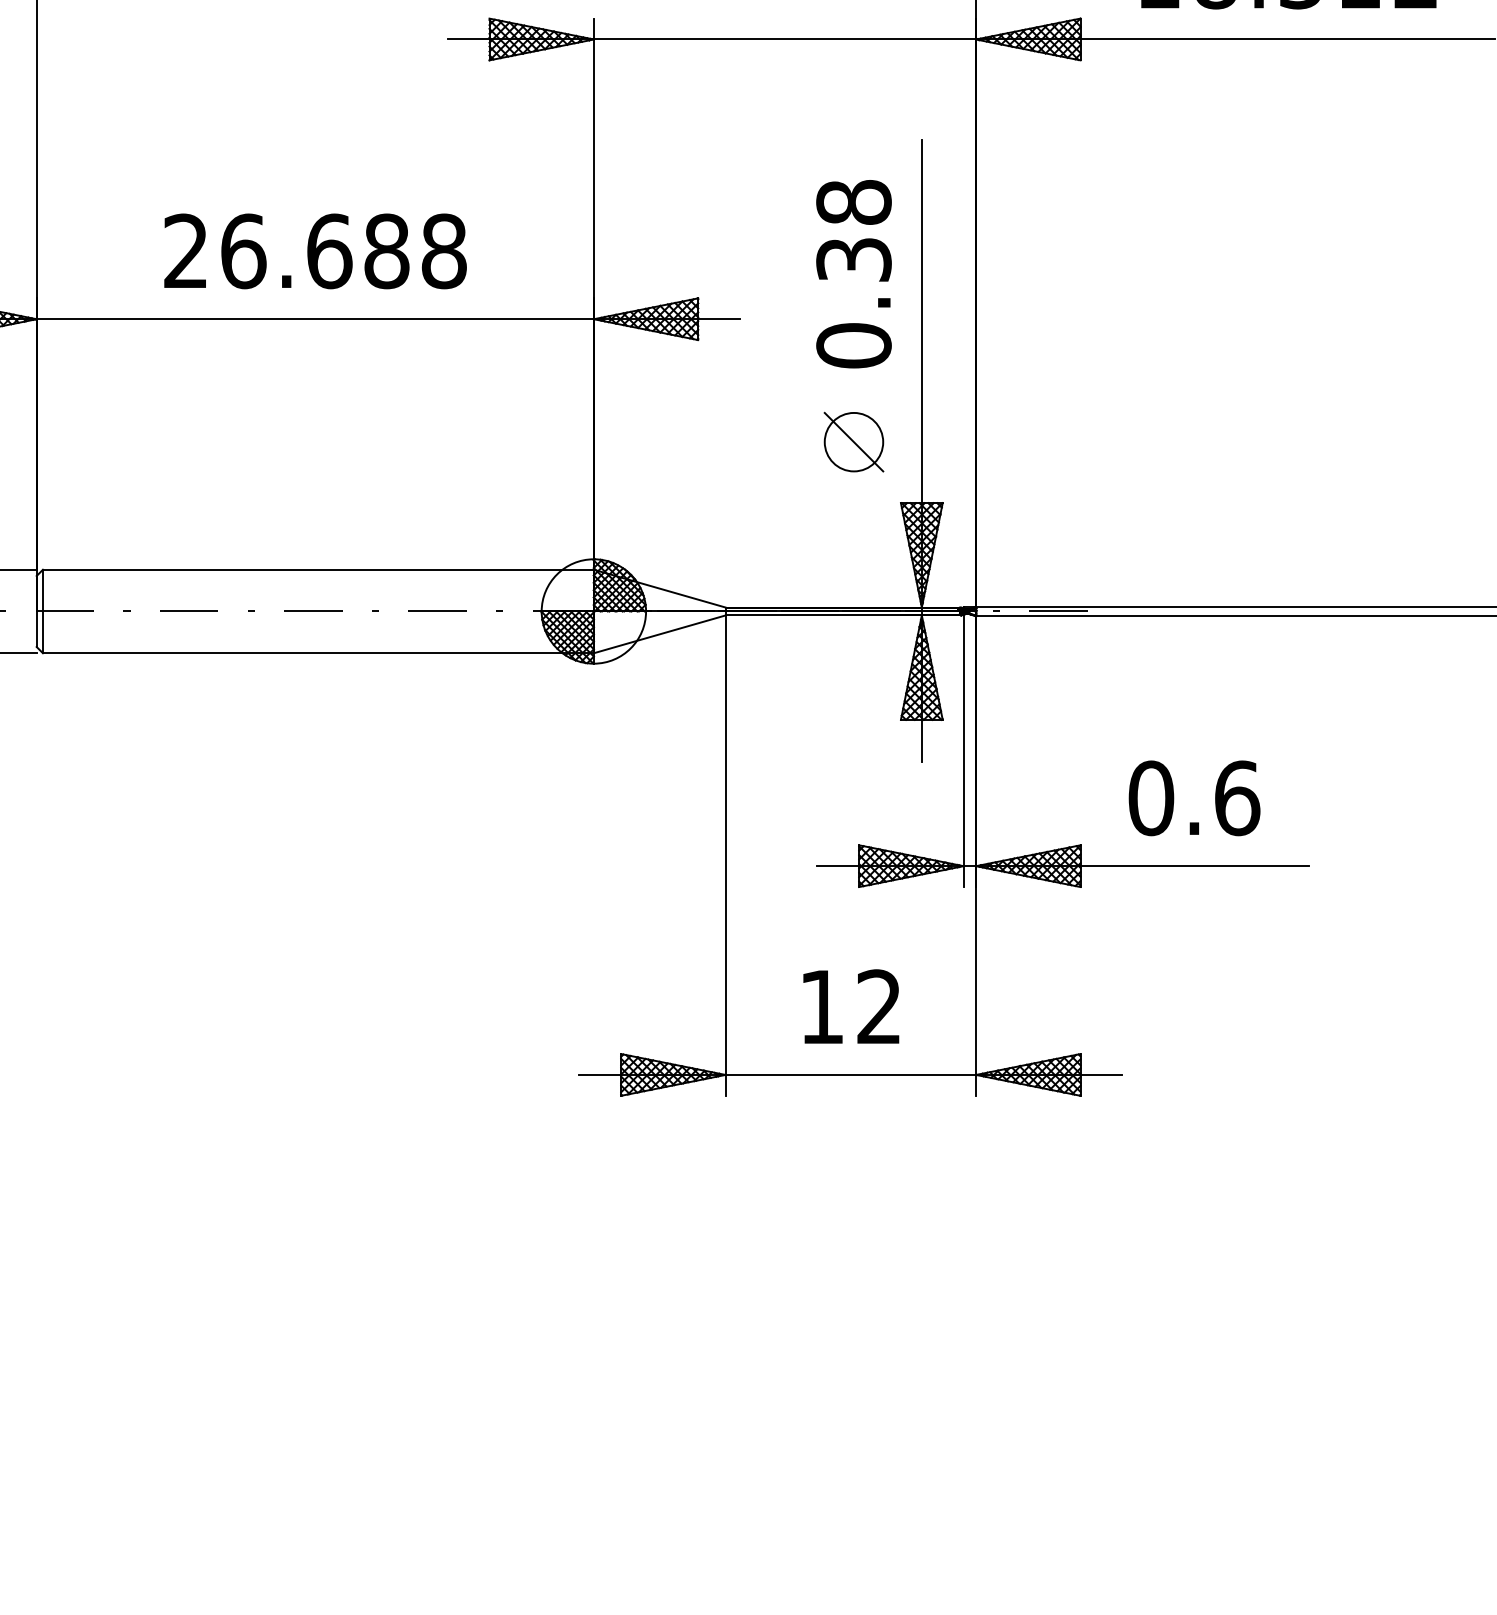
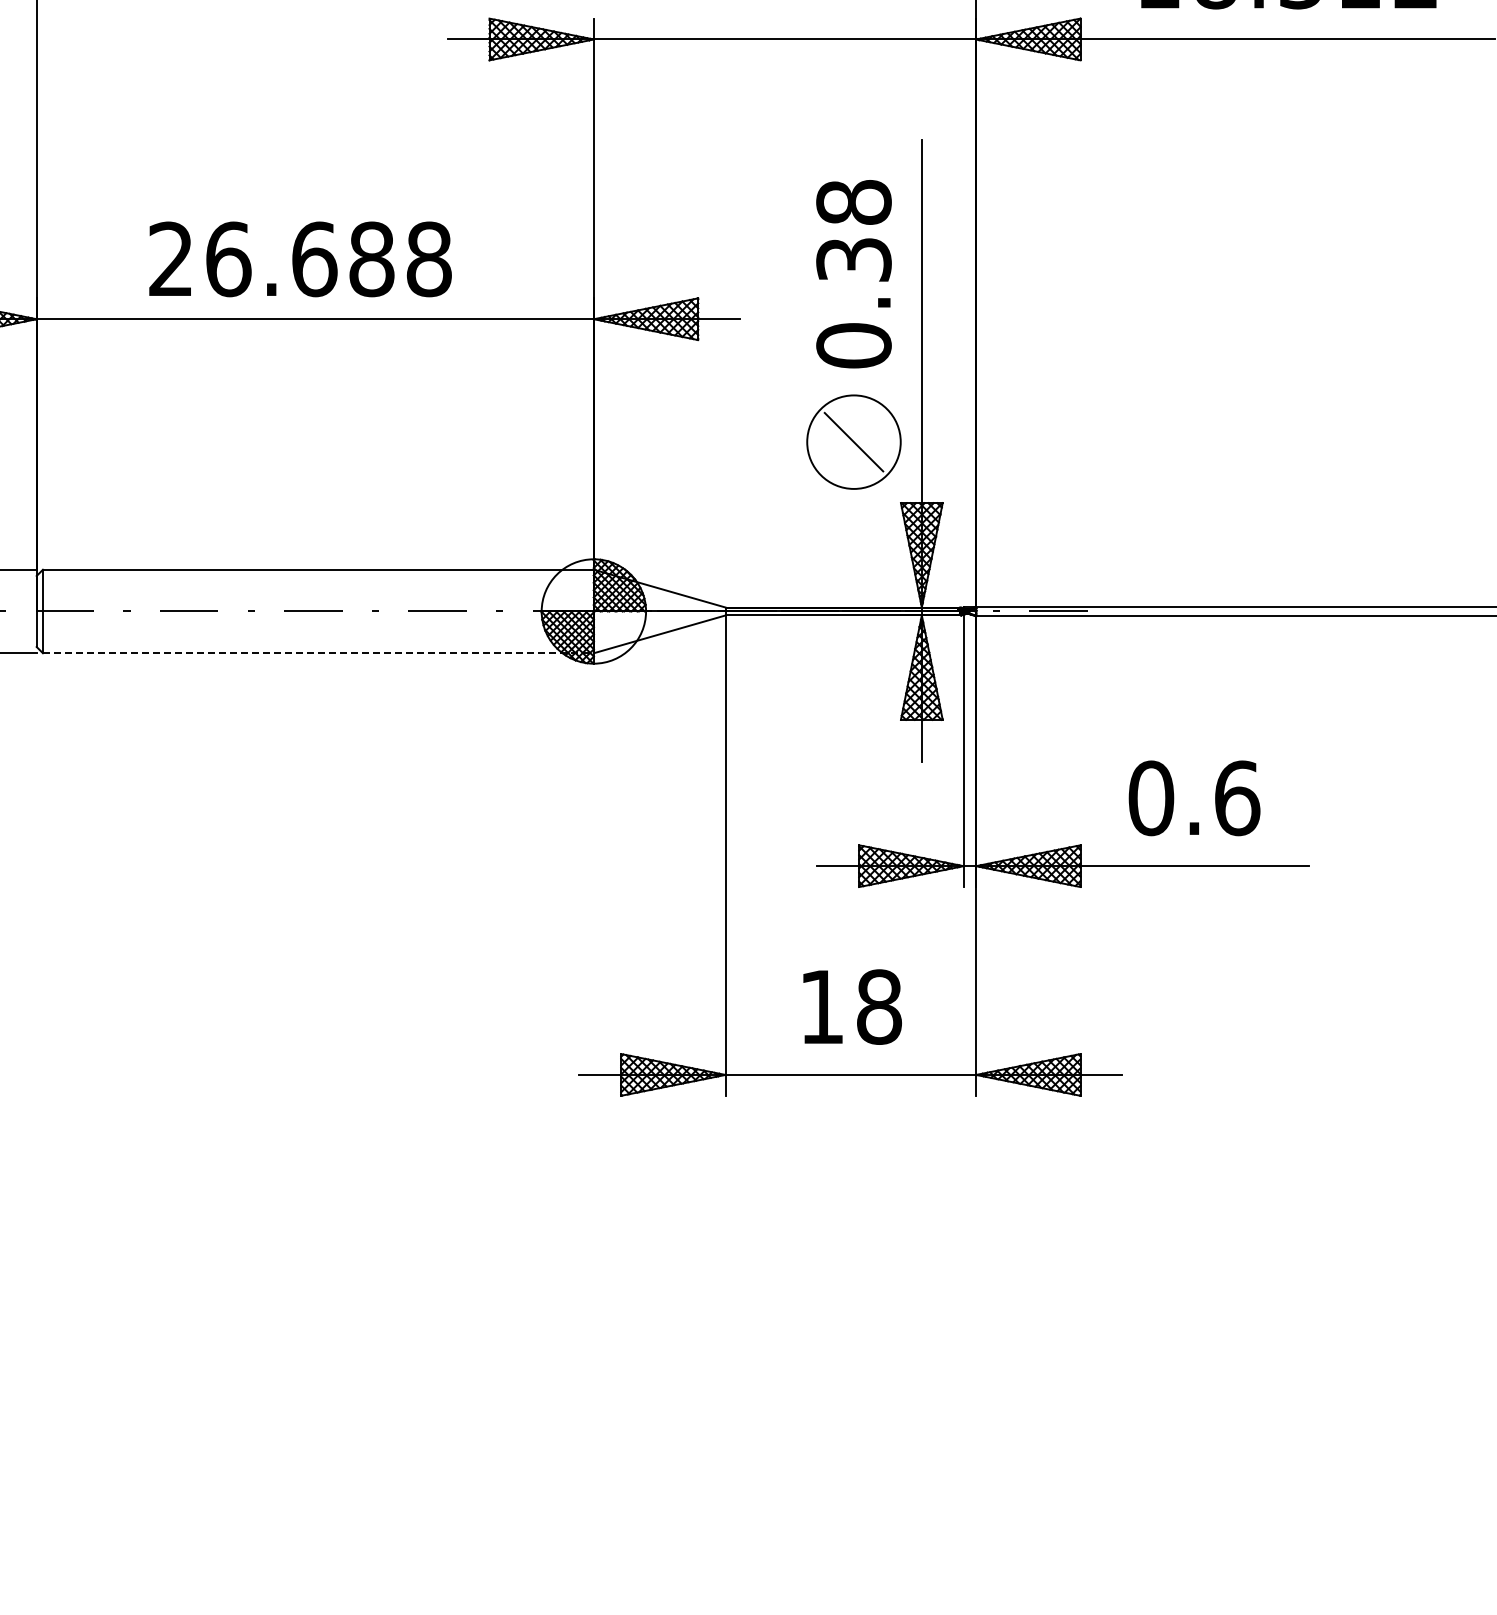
text at (315, 251) position: (315, 251) -> (300, 259)
circle at (853, 441) diameter: 58 px -> 94 px
line at (318, 653): solid -> dashed
text at (879, 1006): 12 -> 18
